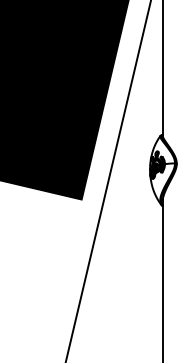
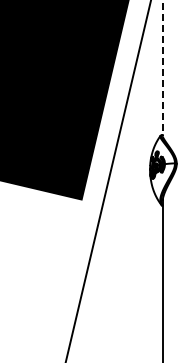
line at (162, 68): solid -> dashed
